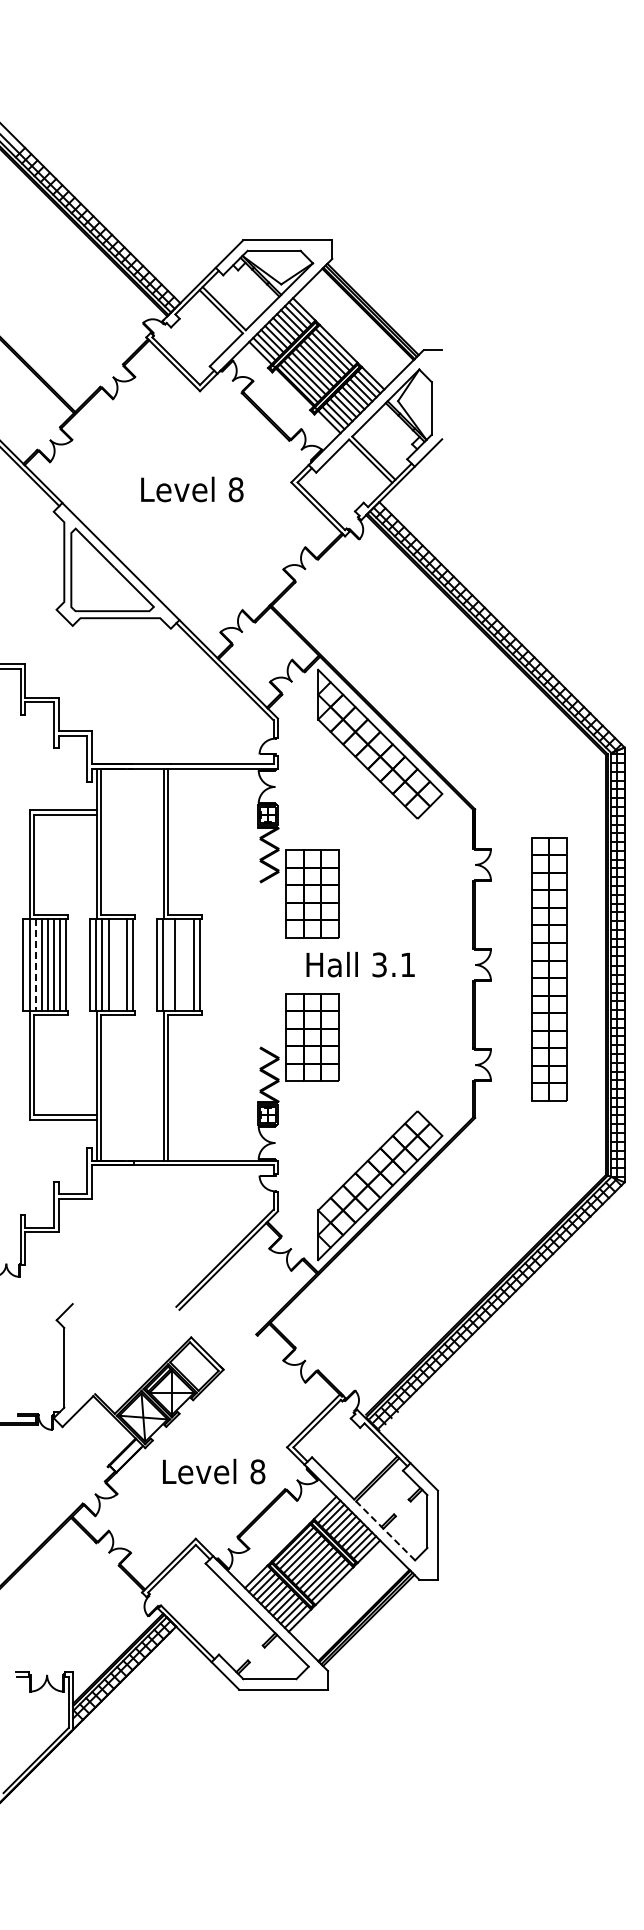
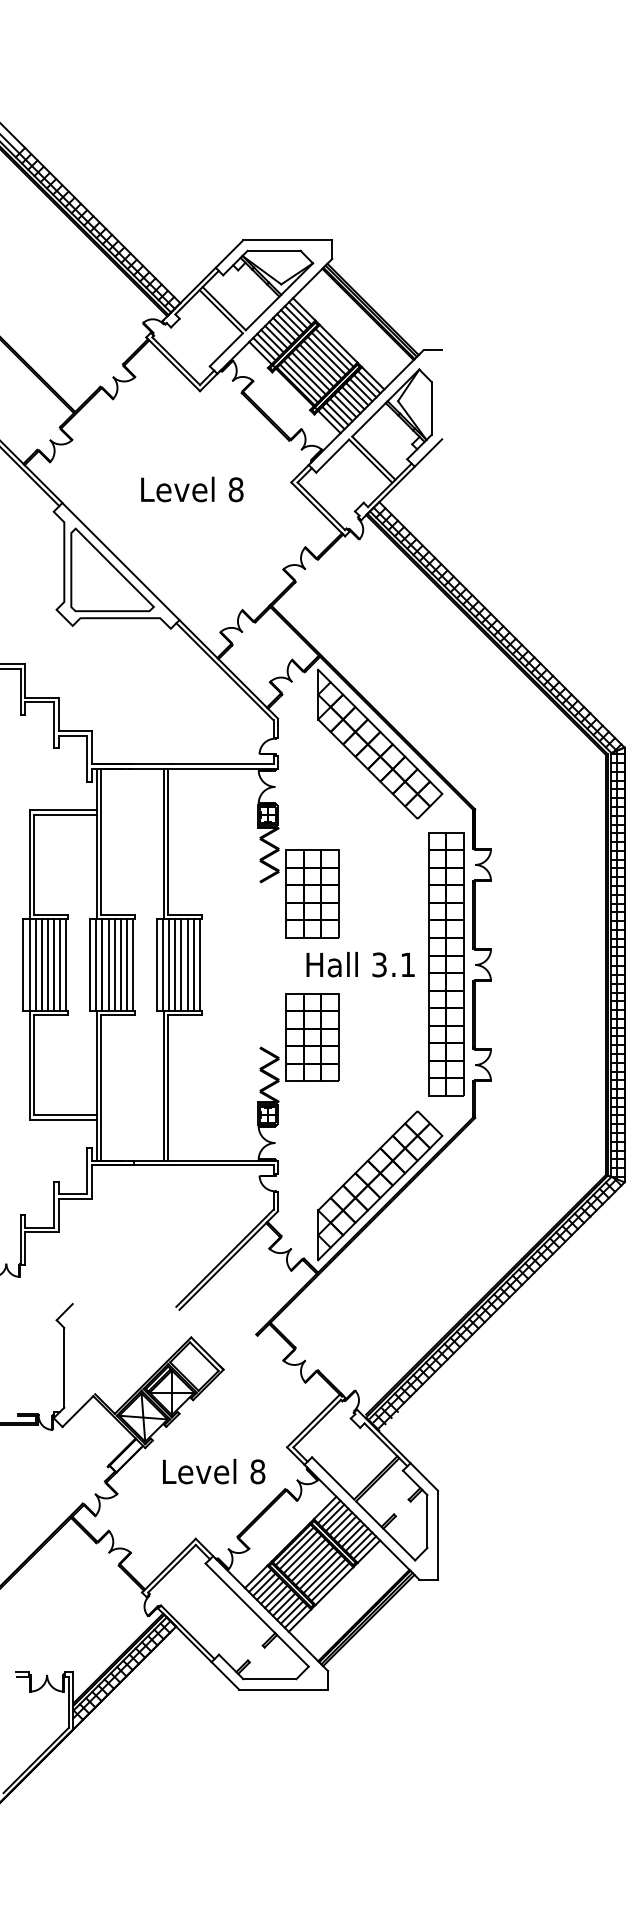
line at (114, 964): none -> present
line at (120, 964): none -> present
line at (169, 964): none -> present
line at (181, 964): none -> present
line at (187, 964): none -> present
line at (35, 965): dashed -> solid
part at (549, 969) position: (549, 969) -> (446, 964)
line at (385, 1530): dashed -> solid
